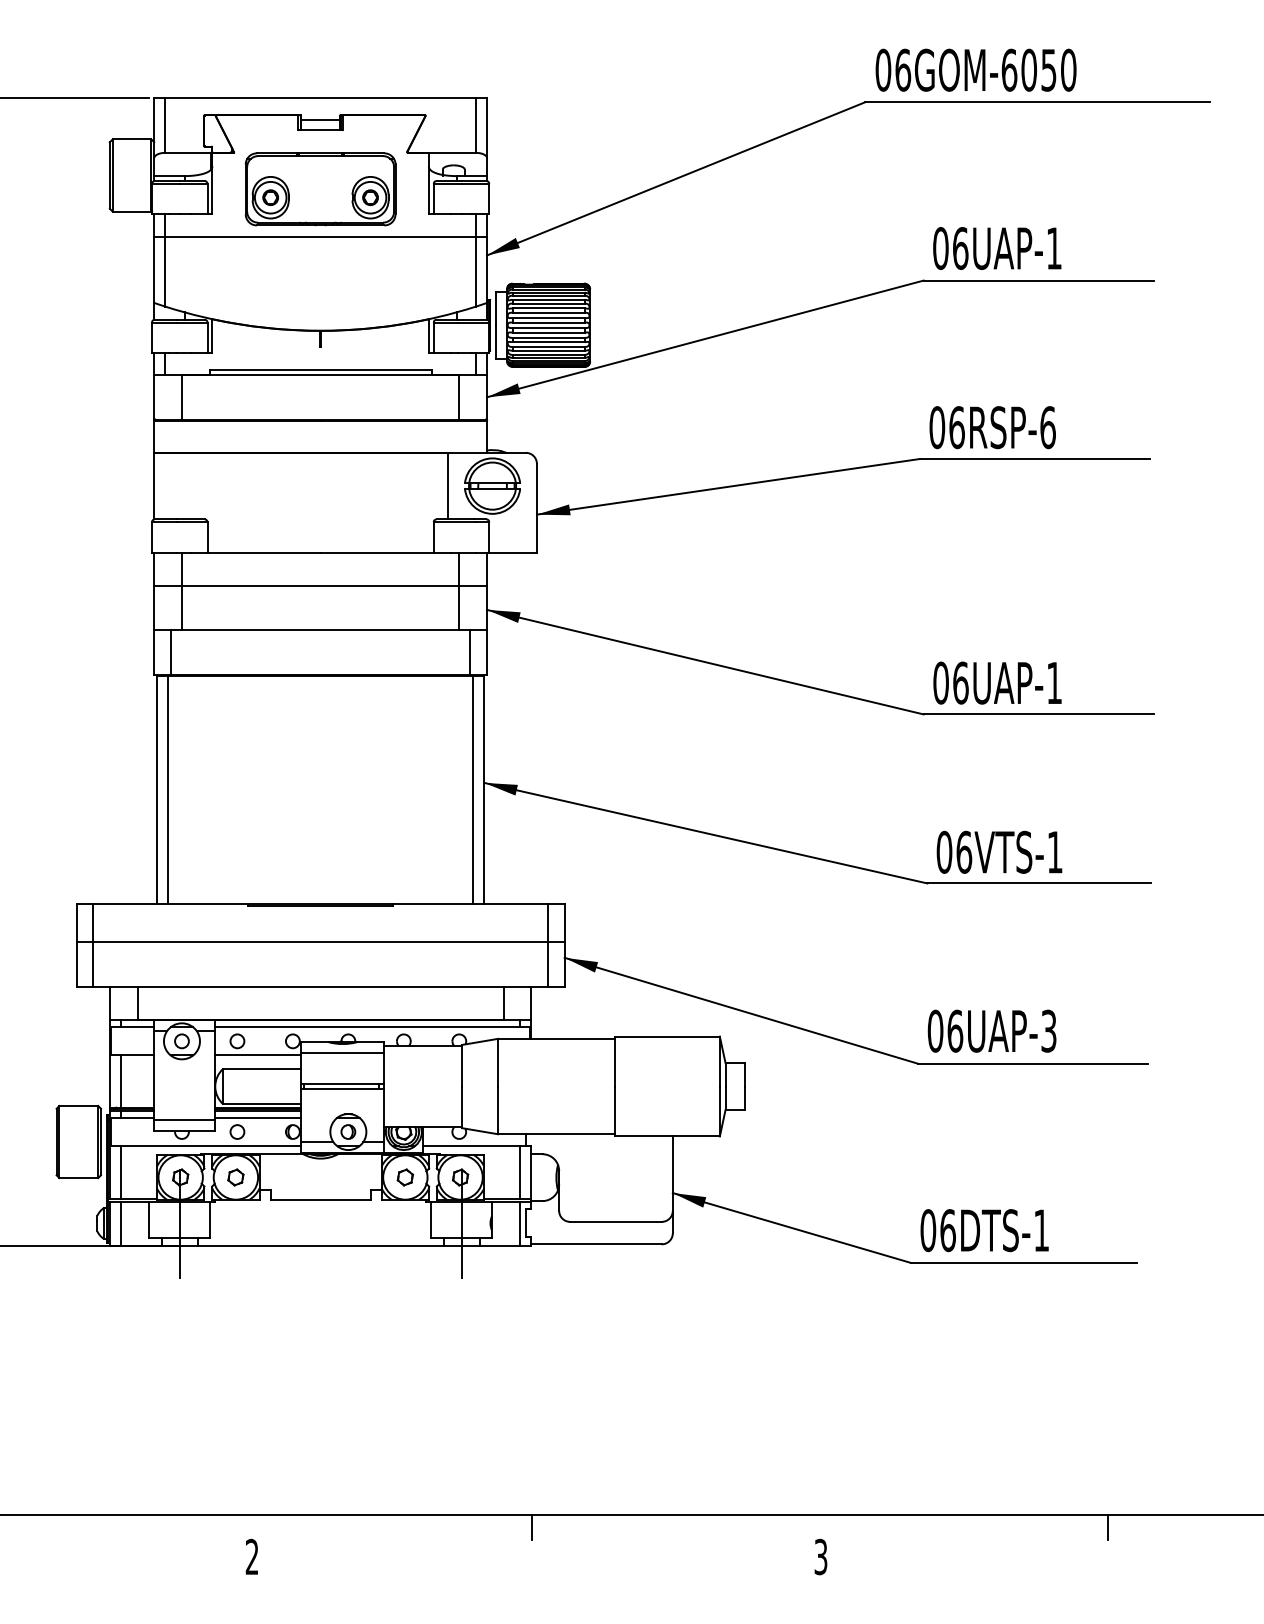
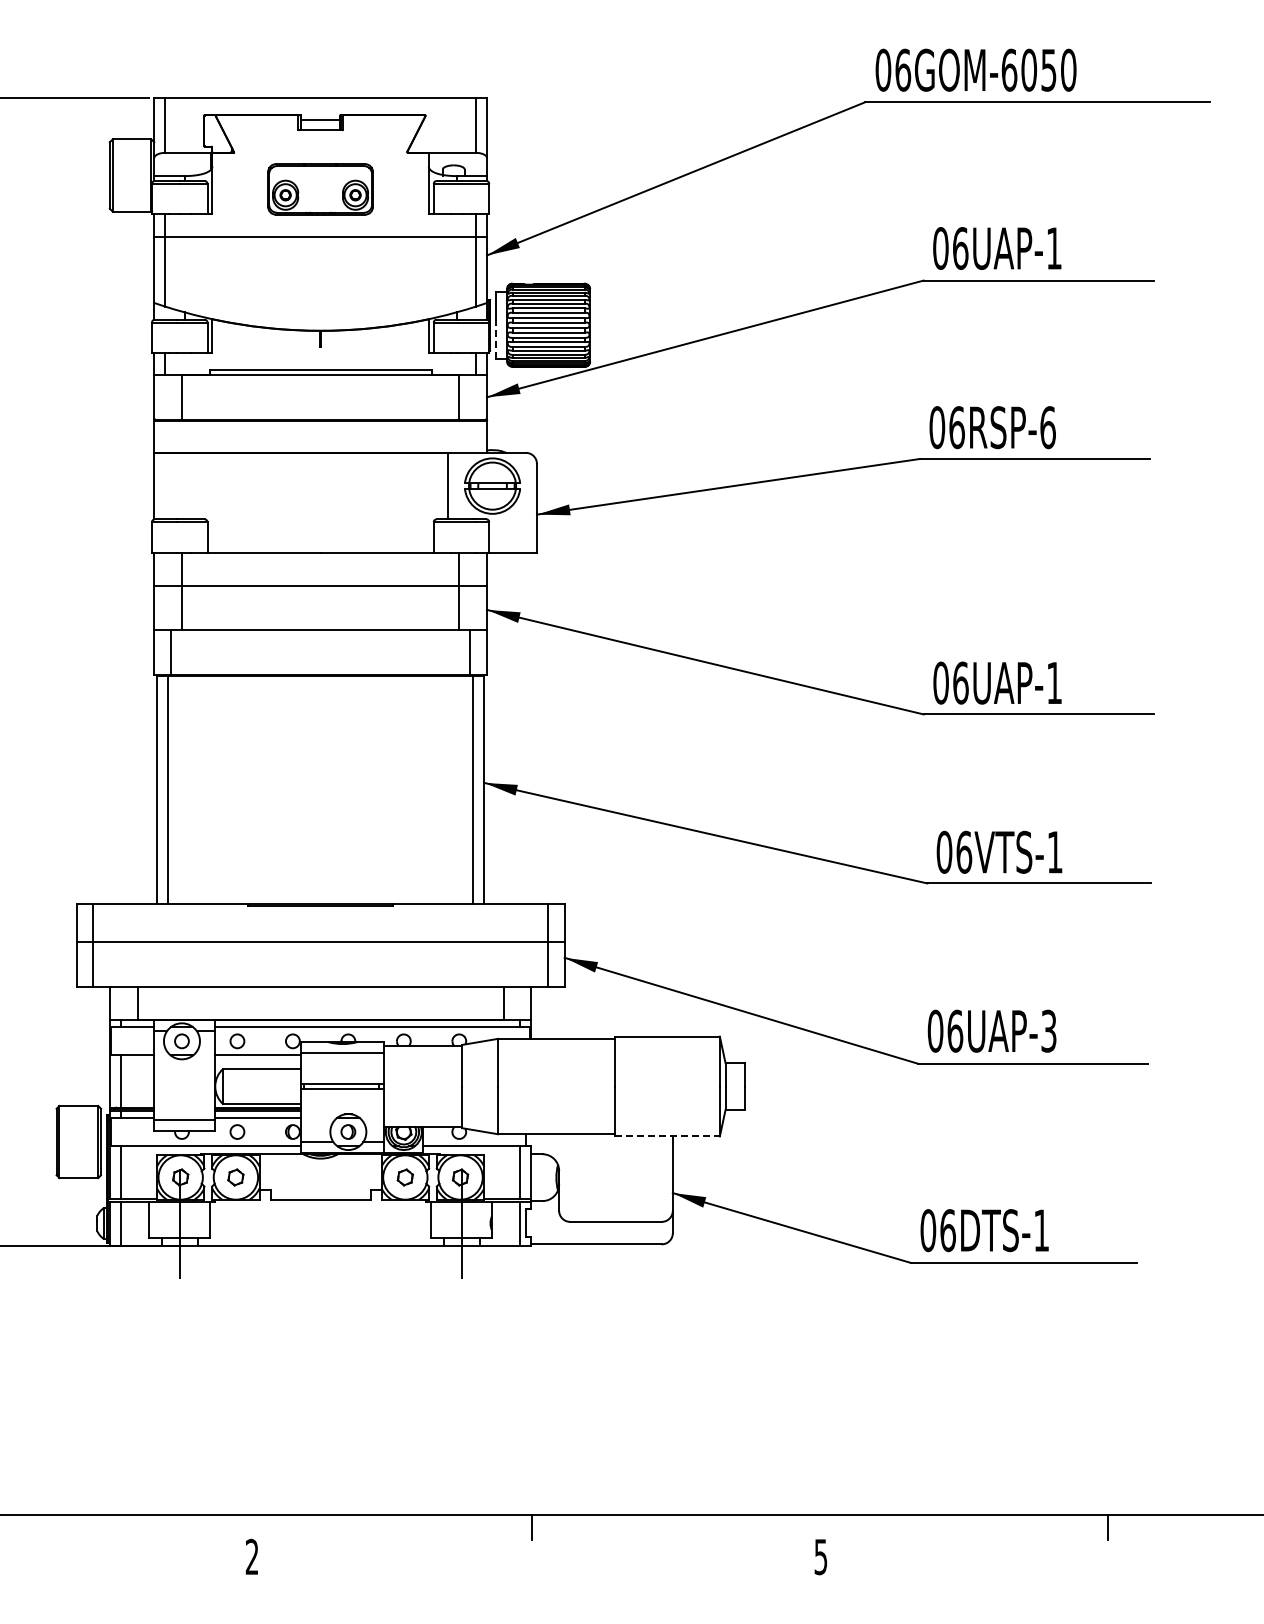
part at (320, 189) size: 153x75 px -> 107x53 px
line at (495, 341): solid -> dashed
line at (667, 1136): solid -> dashed
text at (821, 1556): 3 -> 5
